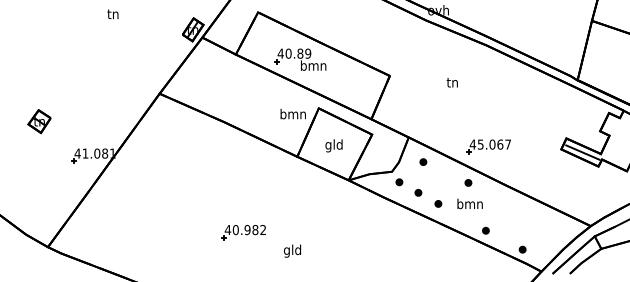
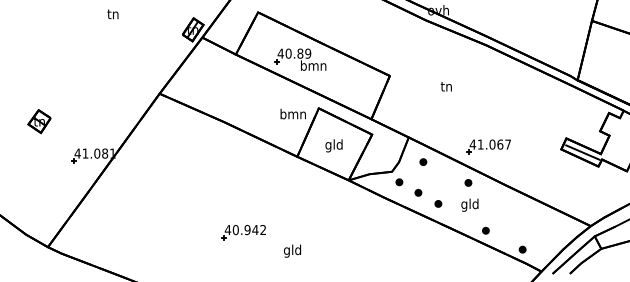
text at (451, 82) position: (451, 82) -> (445, 86)
text at (480, 144): 45.067 -> 41.067
text at (469, 204): bmn -> gld
text at (255, 230): 40.982 -> 40.942
